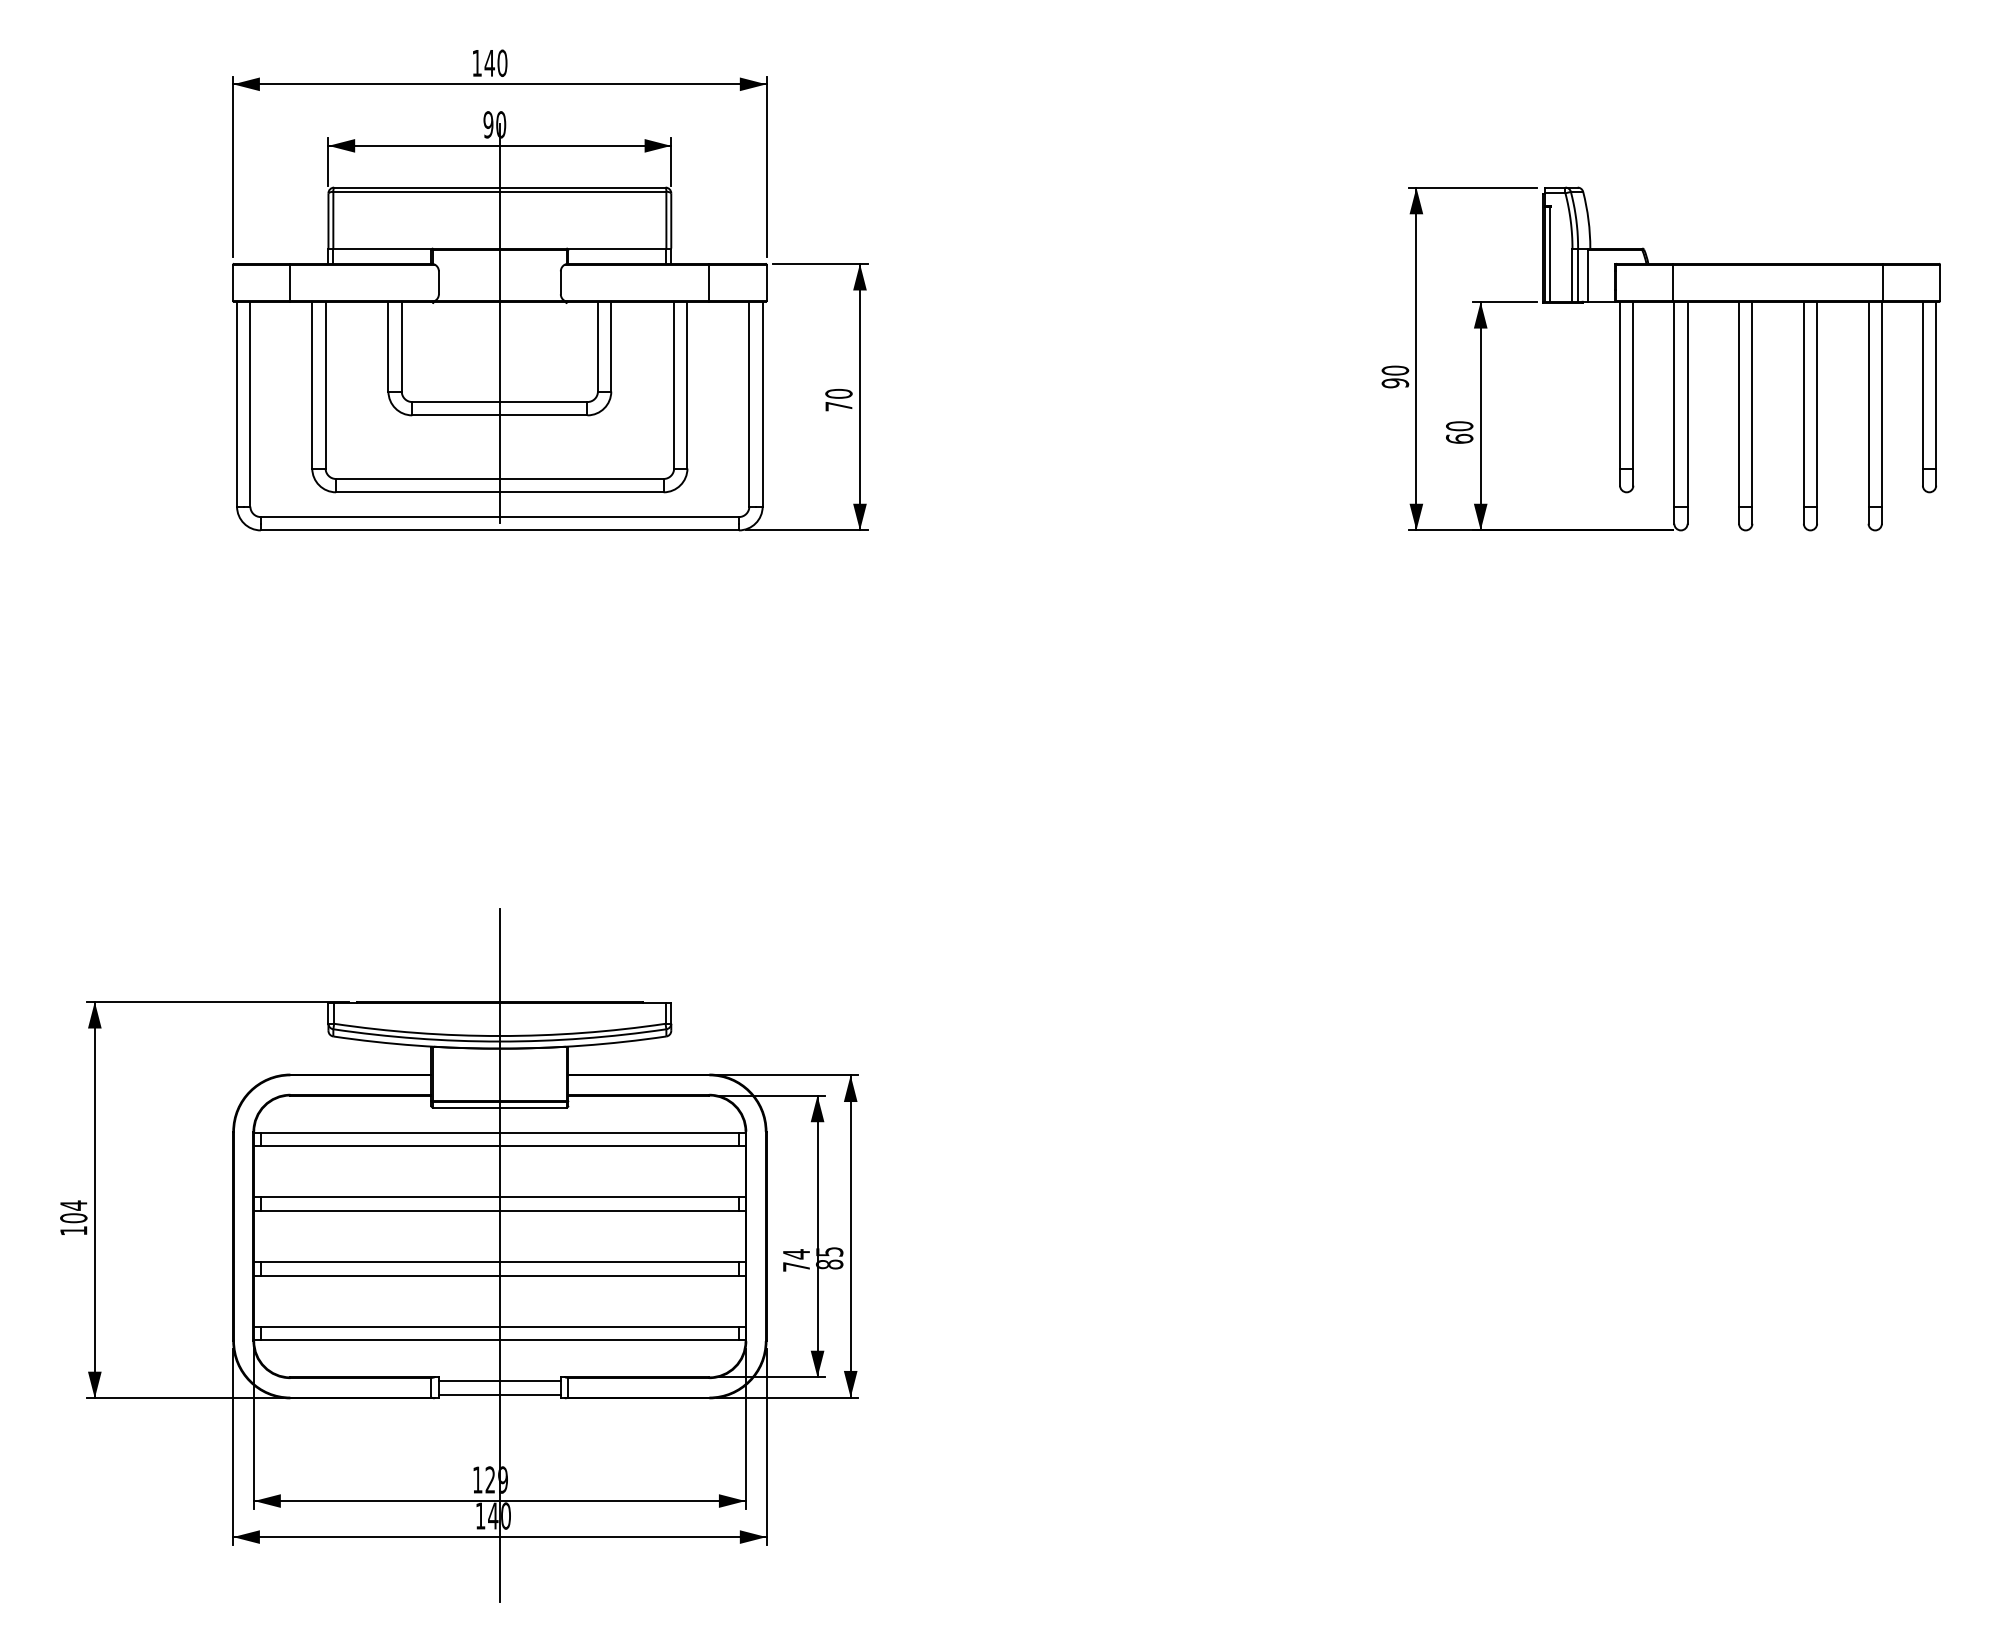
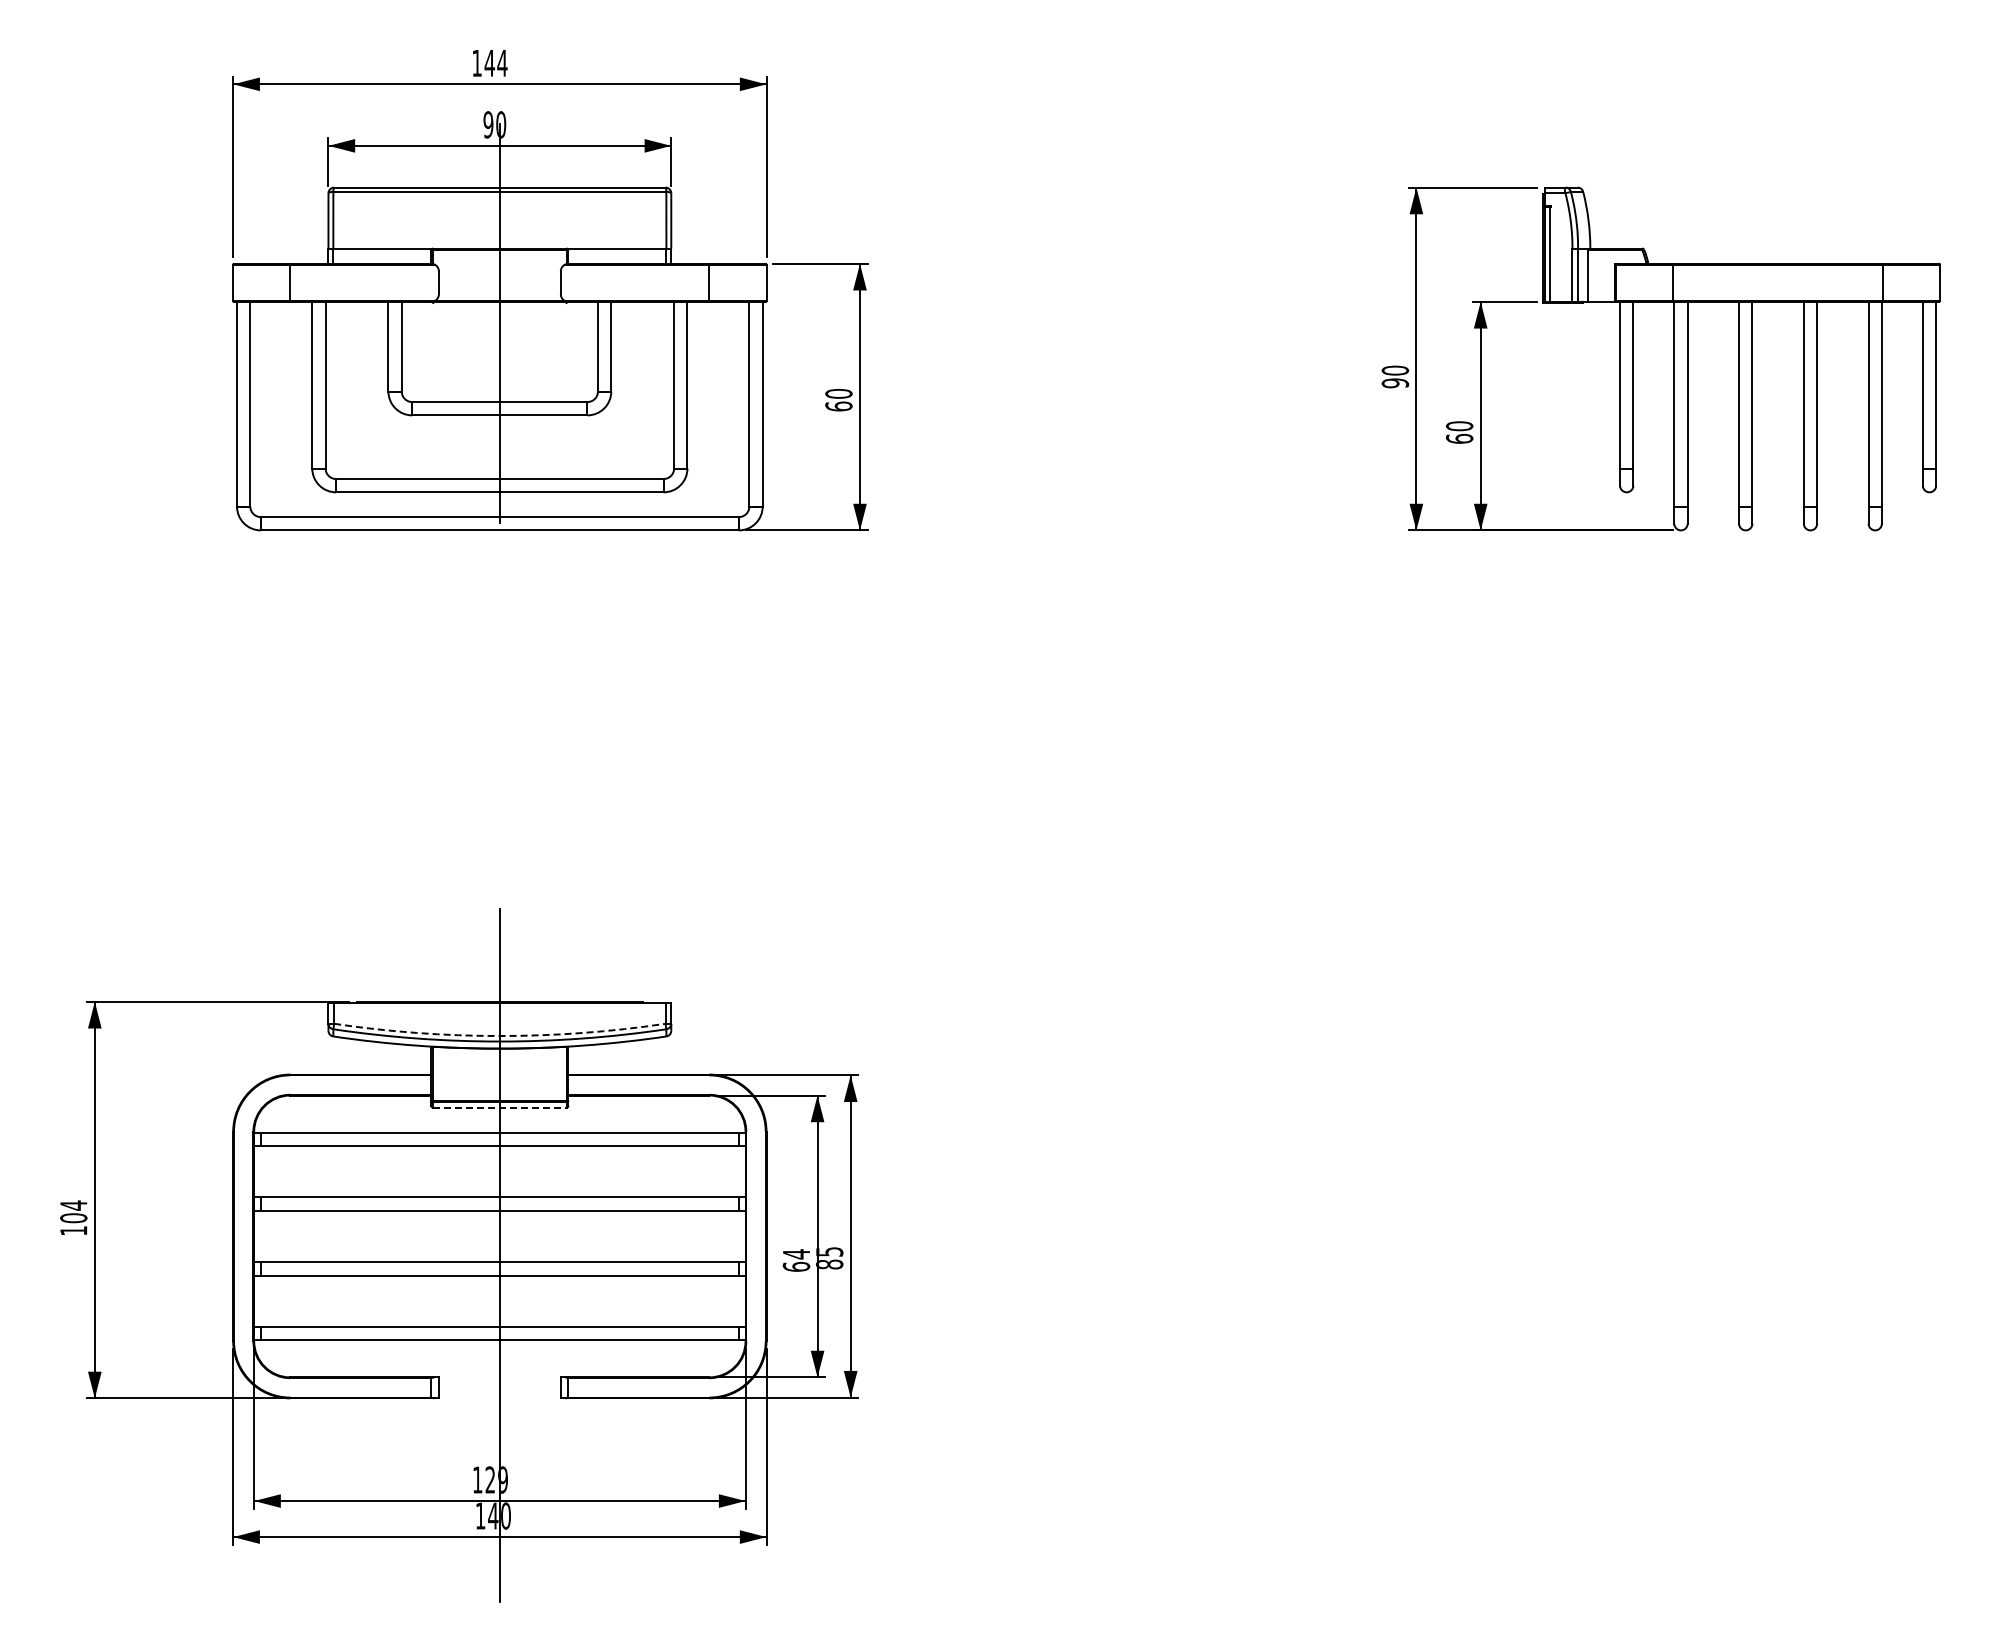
text at (502, 63): 140 -> 144
text at (838, 406): 70 -> 60
arc at (499, 1036): solid -> dashed
line at (499, 1107): solid -> dashed
text at (796, 1266): 74 -> 64
line at (499, 1381): present -> none
line at (499, 1394): present -> none
